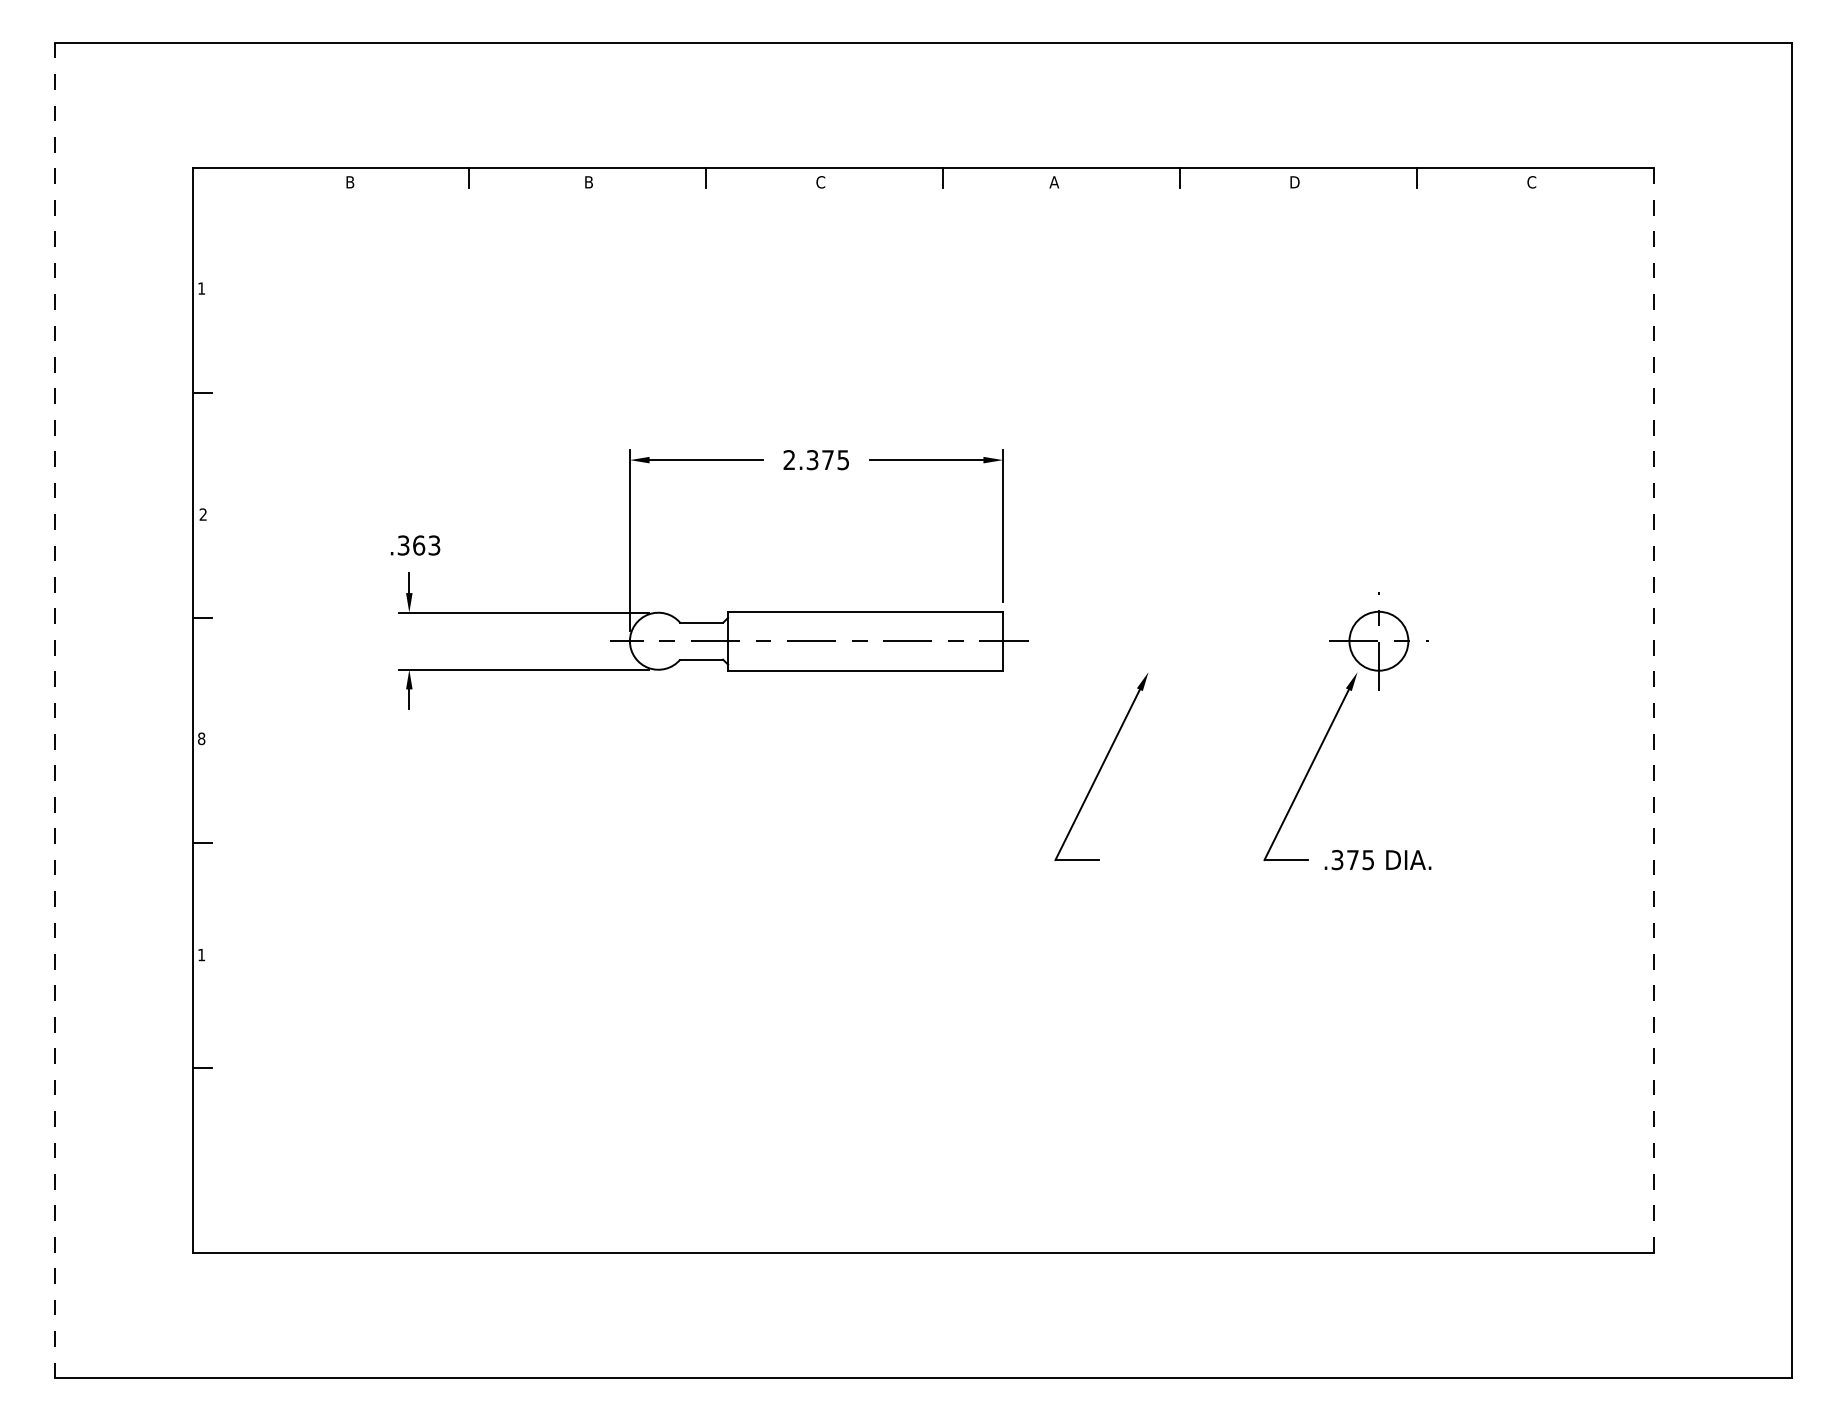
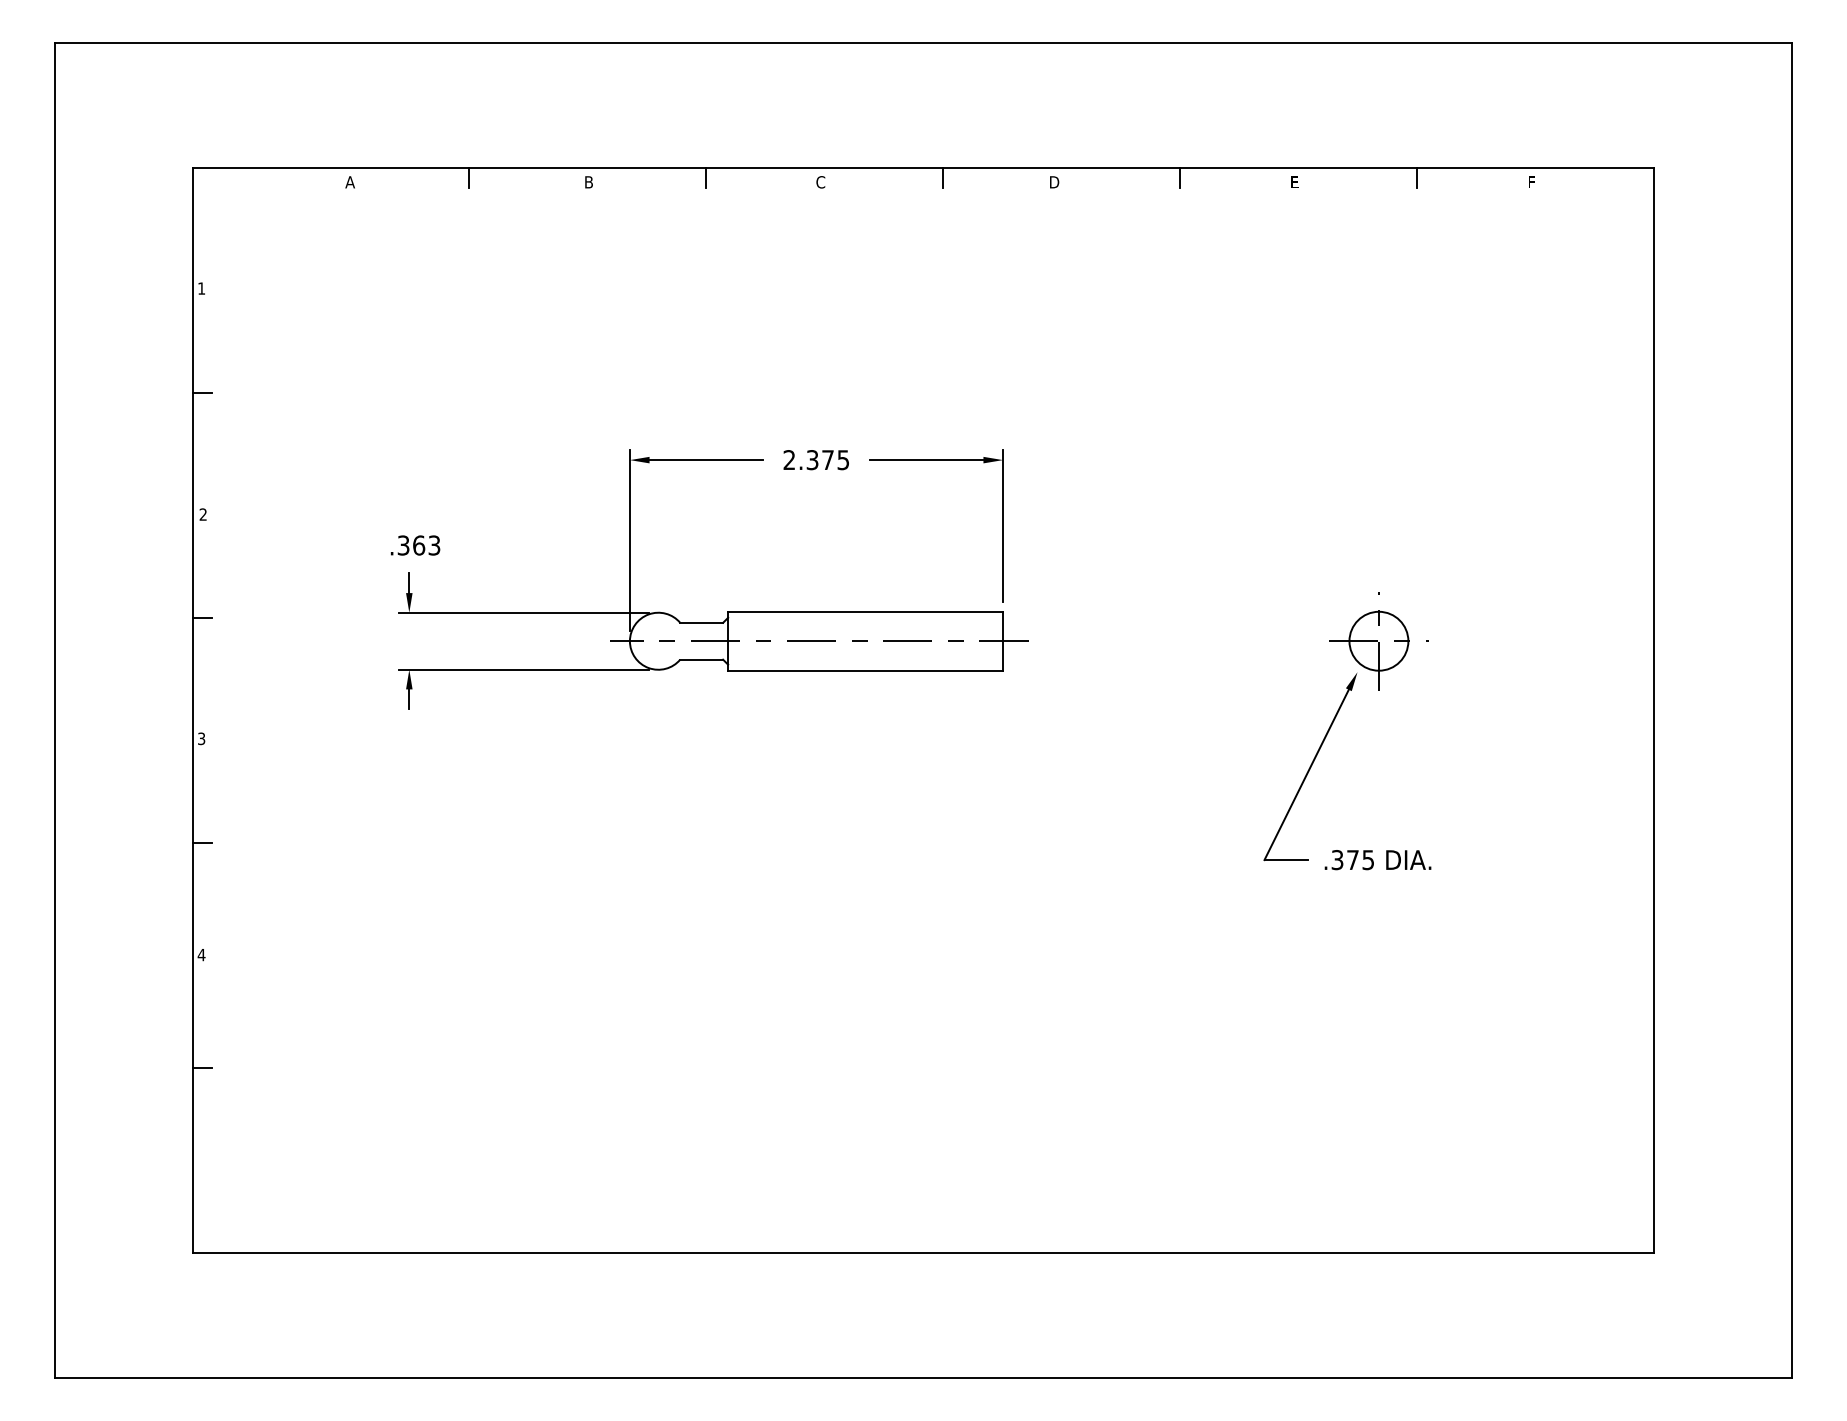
text at (349, 182): B -> A
text at (1054, 182): A -> D
text at (1294, 182): D -> E
text at (1531, 182): C -> F
line at (55, 710): dashed -> solid
line at (1654, 710): dashed -> solid
text at (201, 738): 8 -> 3
part at (1101, 766): present -> none
text at (201, 955): 1 -> 4
